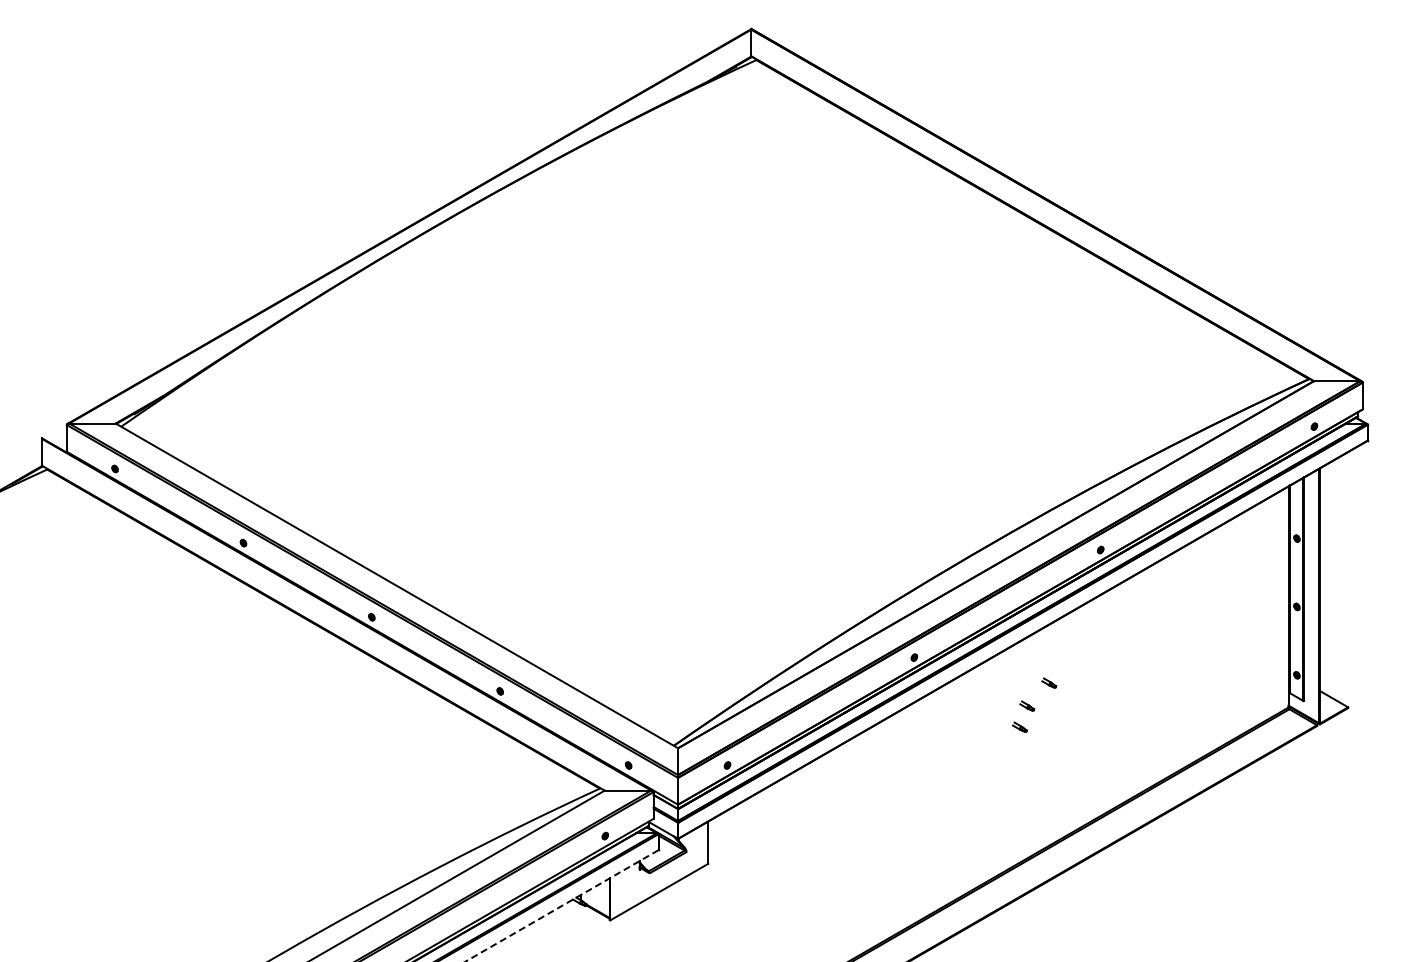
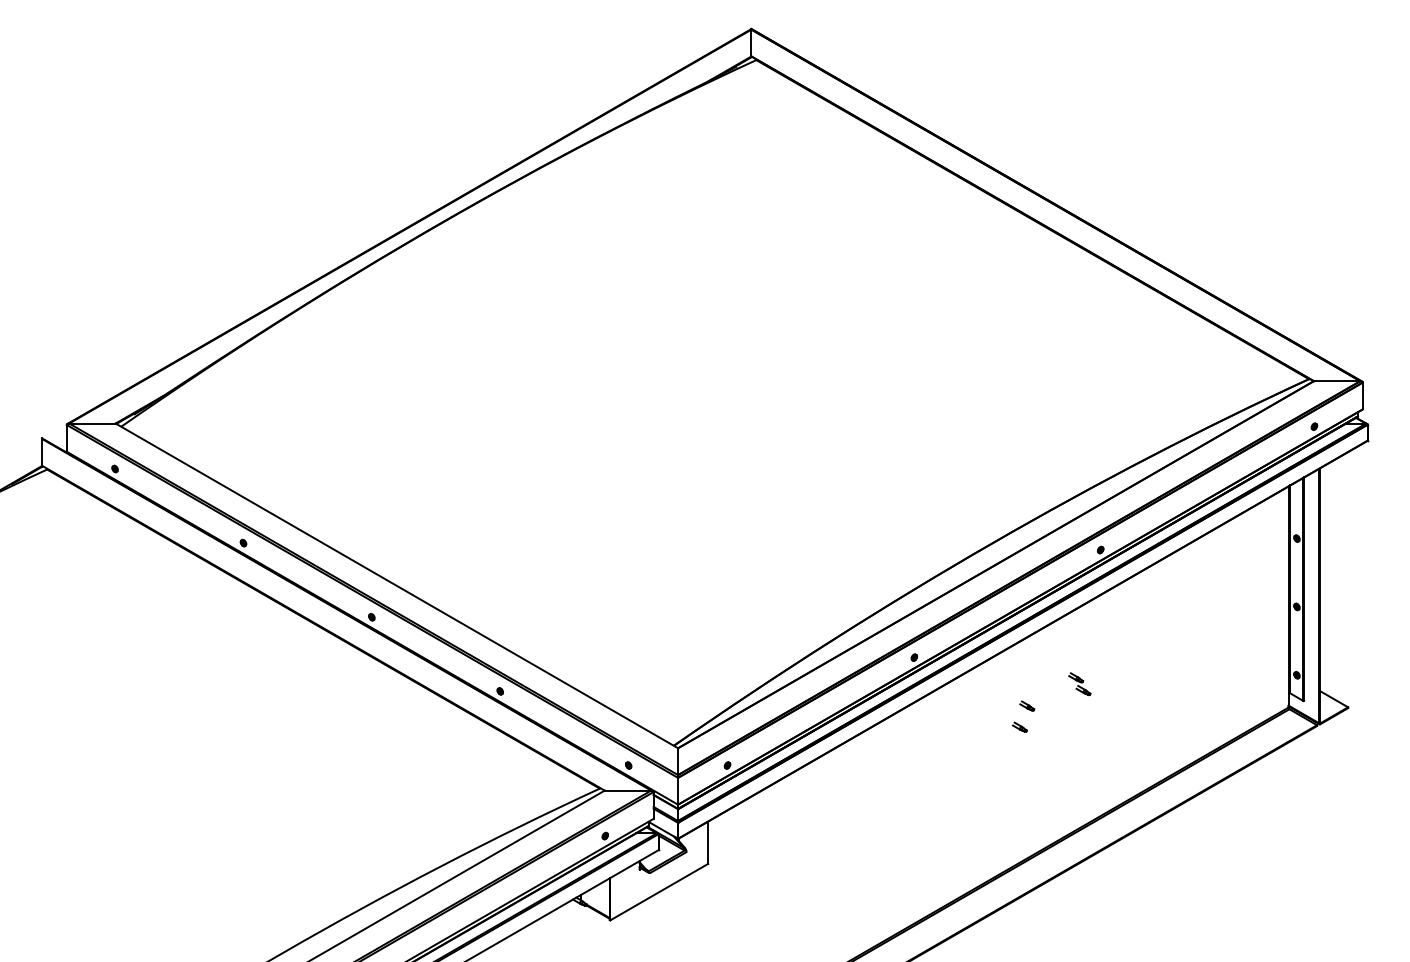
part at (1049, 682): present -> none
part at (1079, 684): none -> present
line at (561, 906): dashed -> solid
